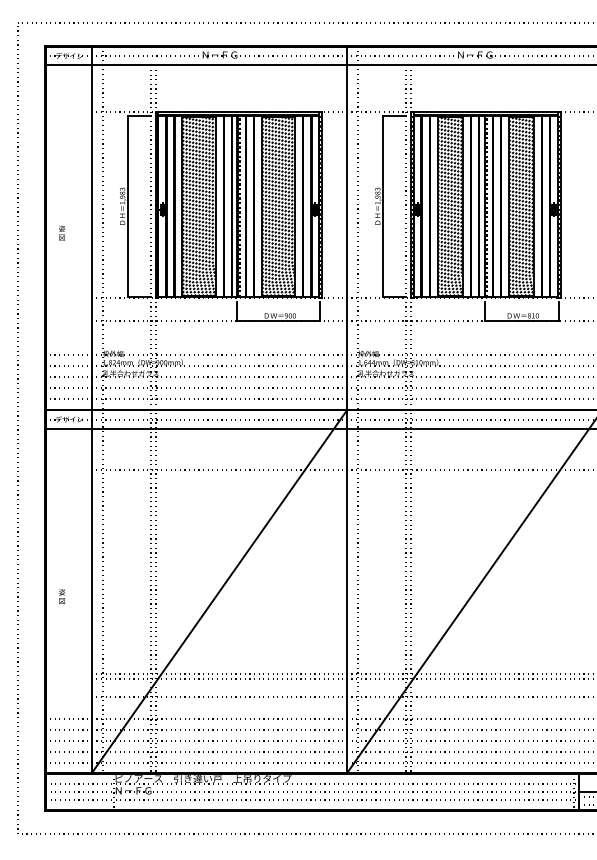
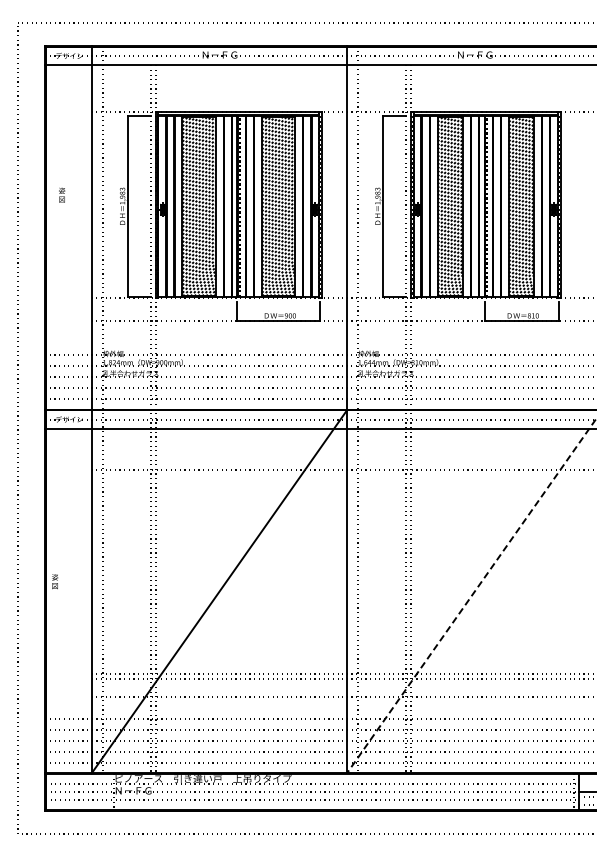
text at (62, 232) position: (62, 232) -> (62, 194)
text at (62, 596) position: (62, 596) -> (55, 581)
line at (471, 596): solid -> dashed
